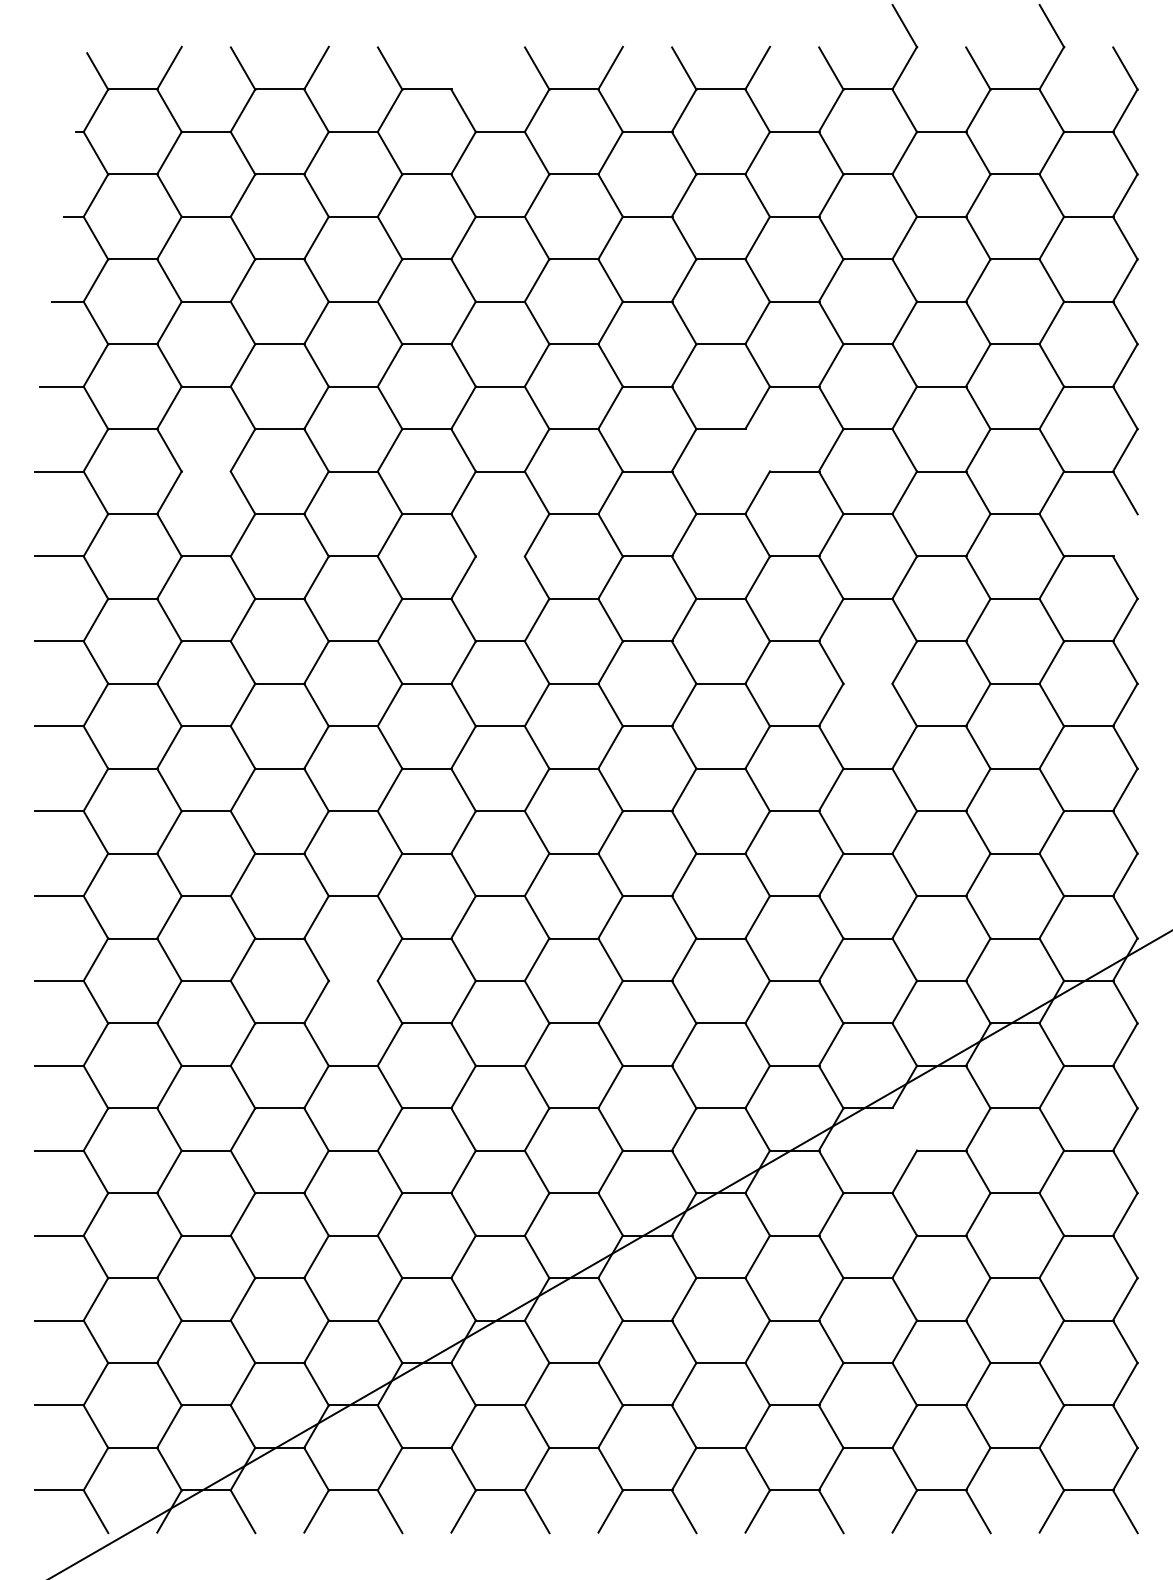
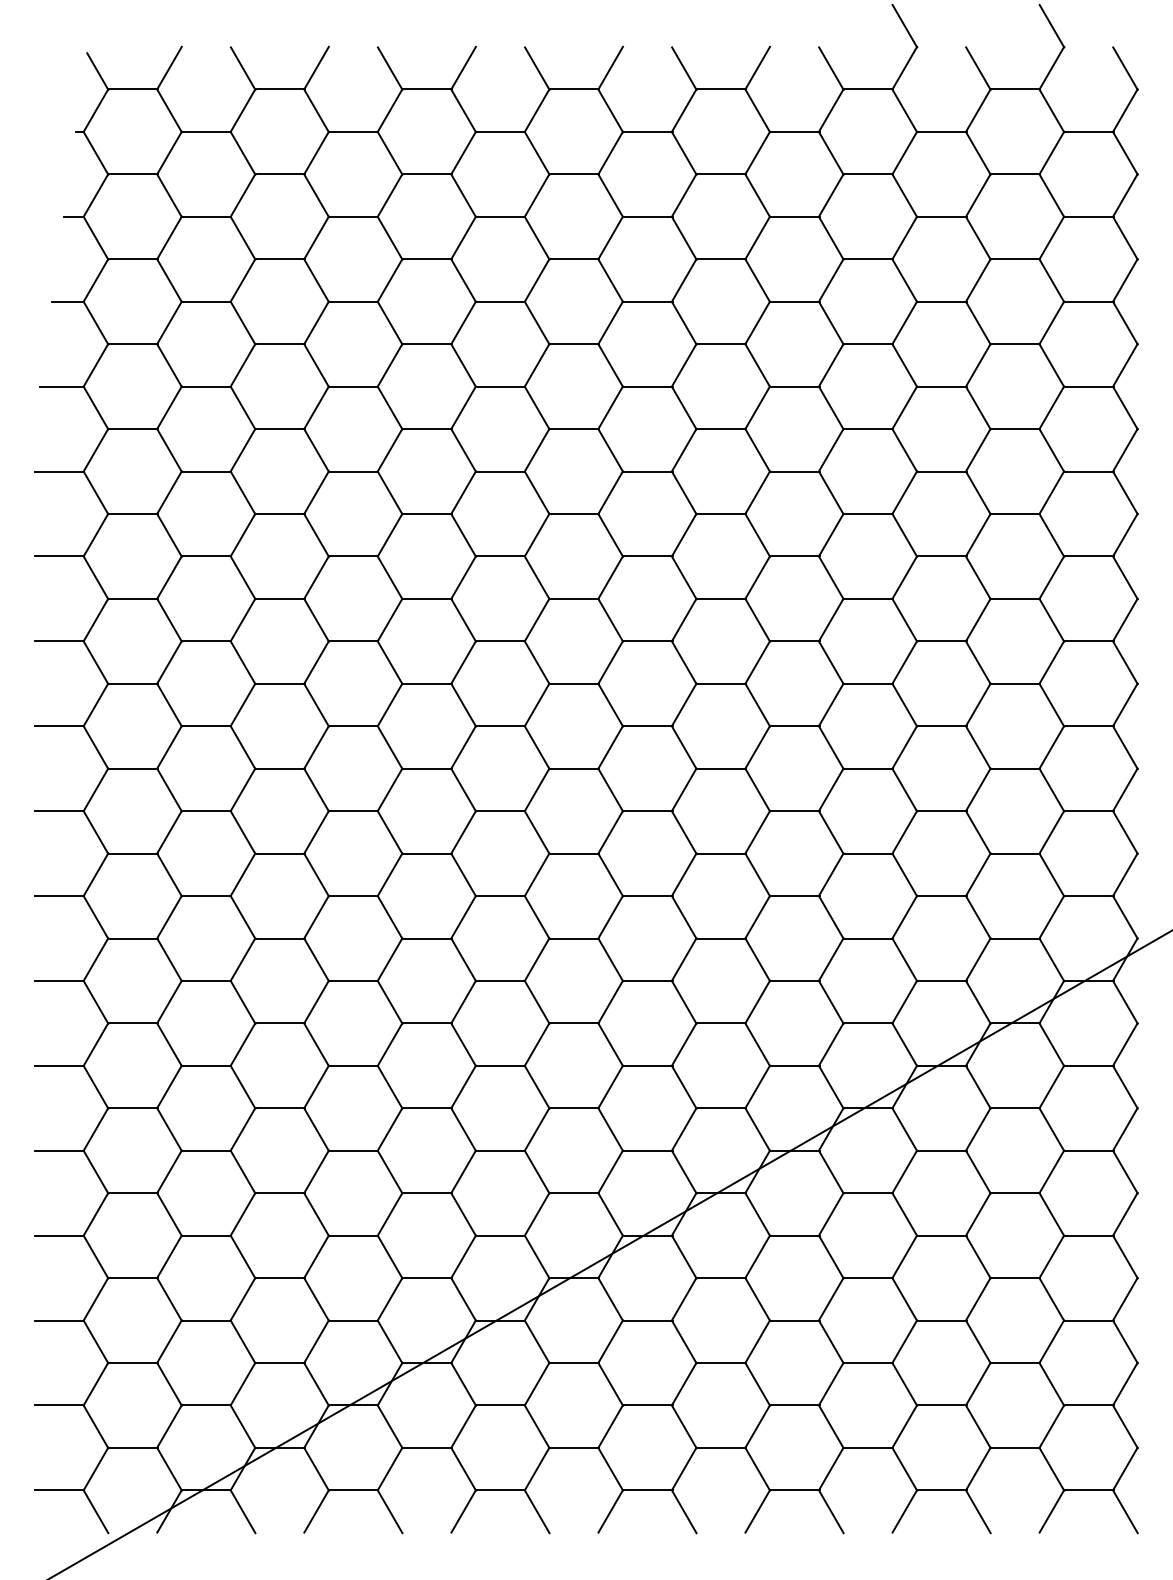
line at (463, 67): none -> present
line at (757, 450): none -> present
line at (206, 471): none -> present
line at (1125, 534): none -> present
line at (500, 556): none -> present
line at (868, 683): none -> present
line at (353, 980): none -> present
line at (904, 1129): none -> present
